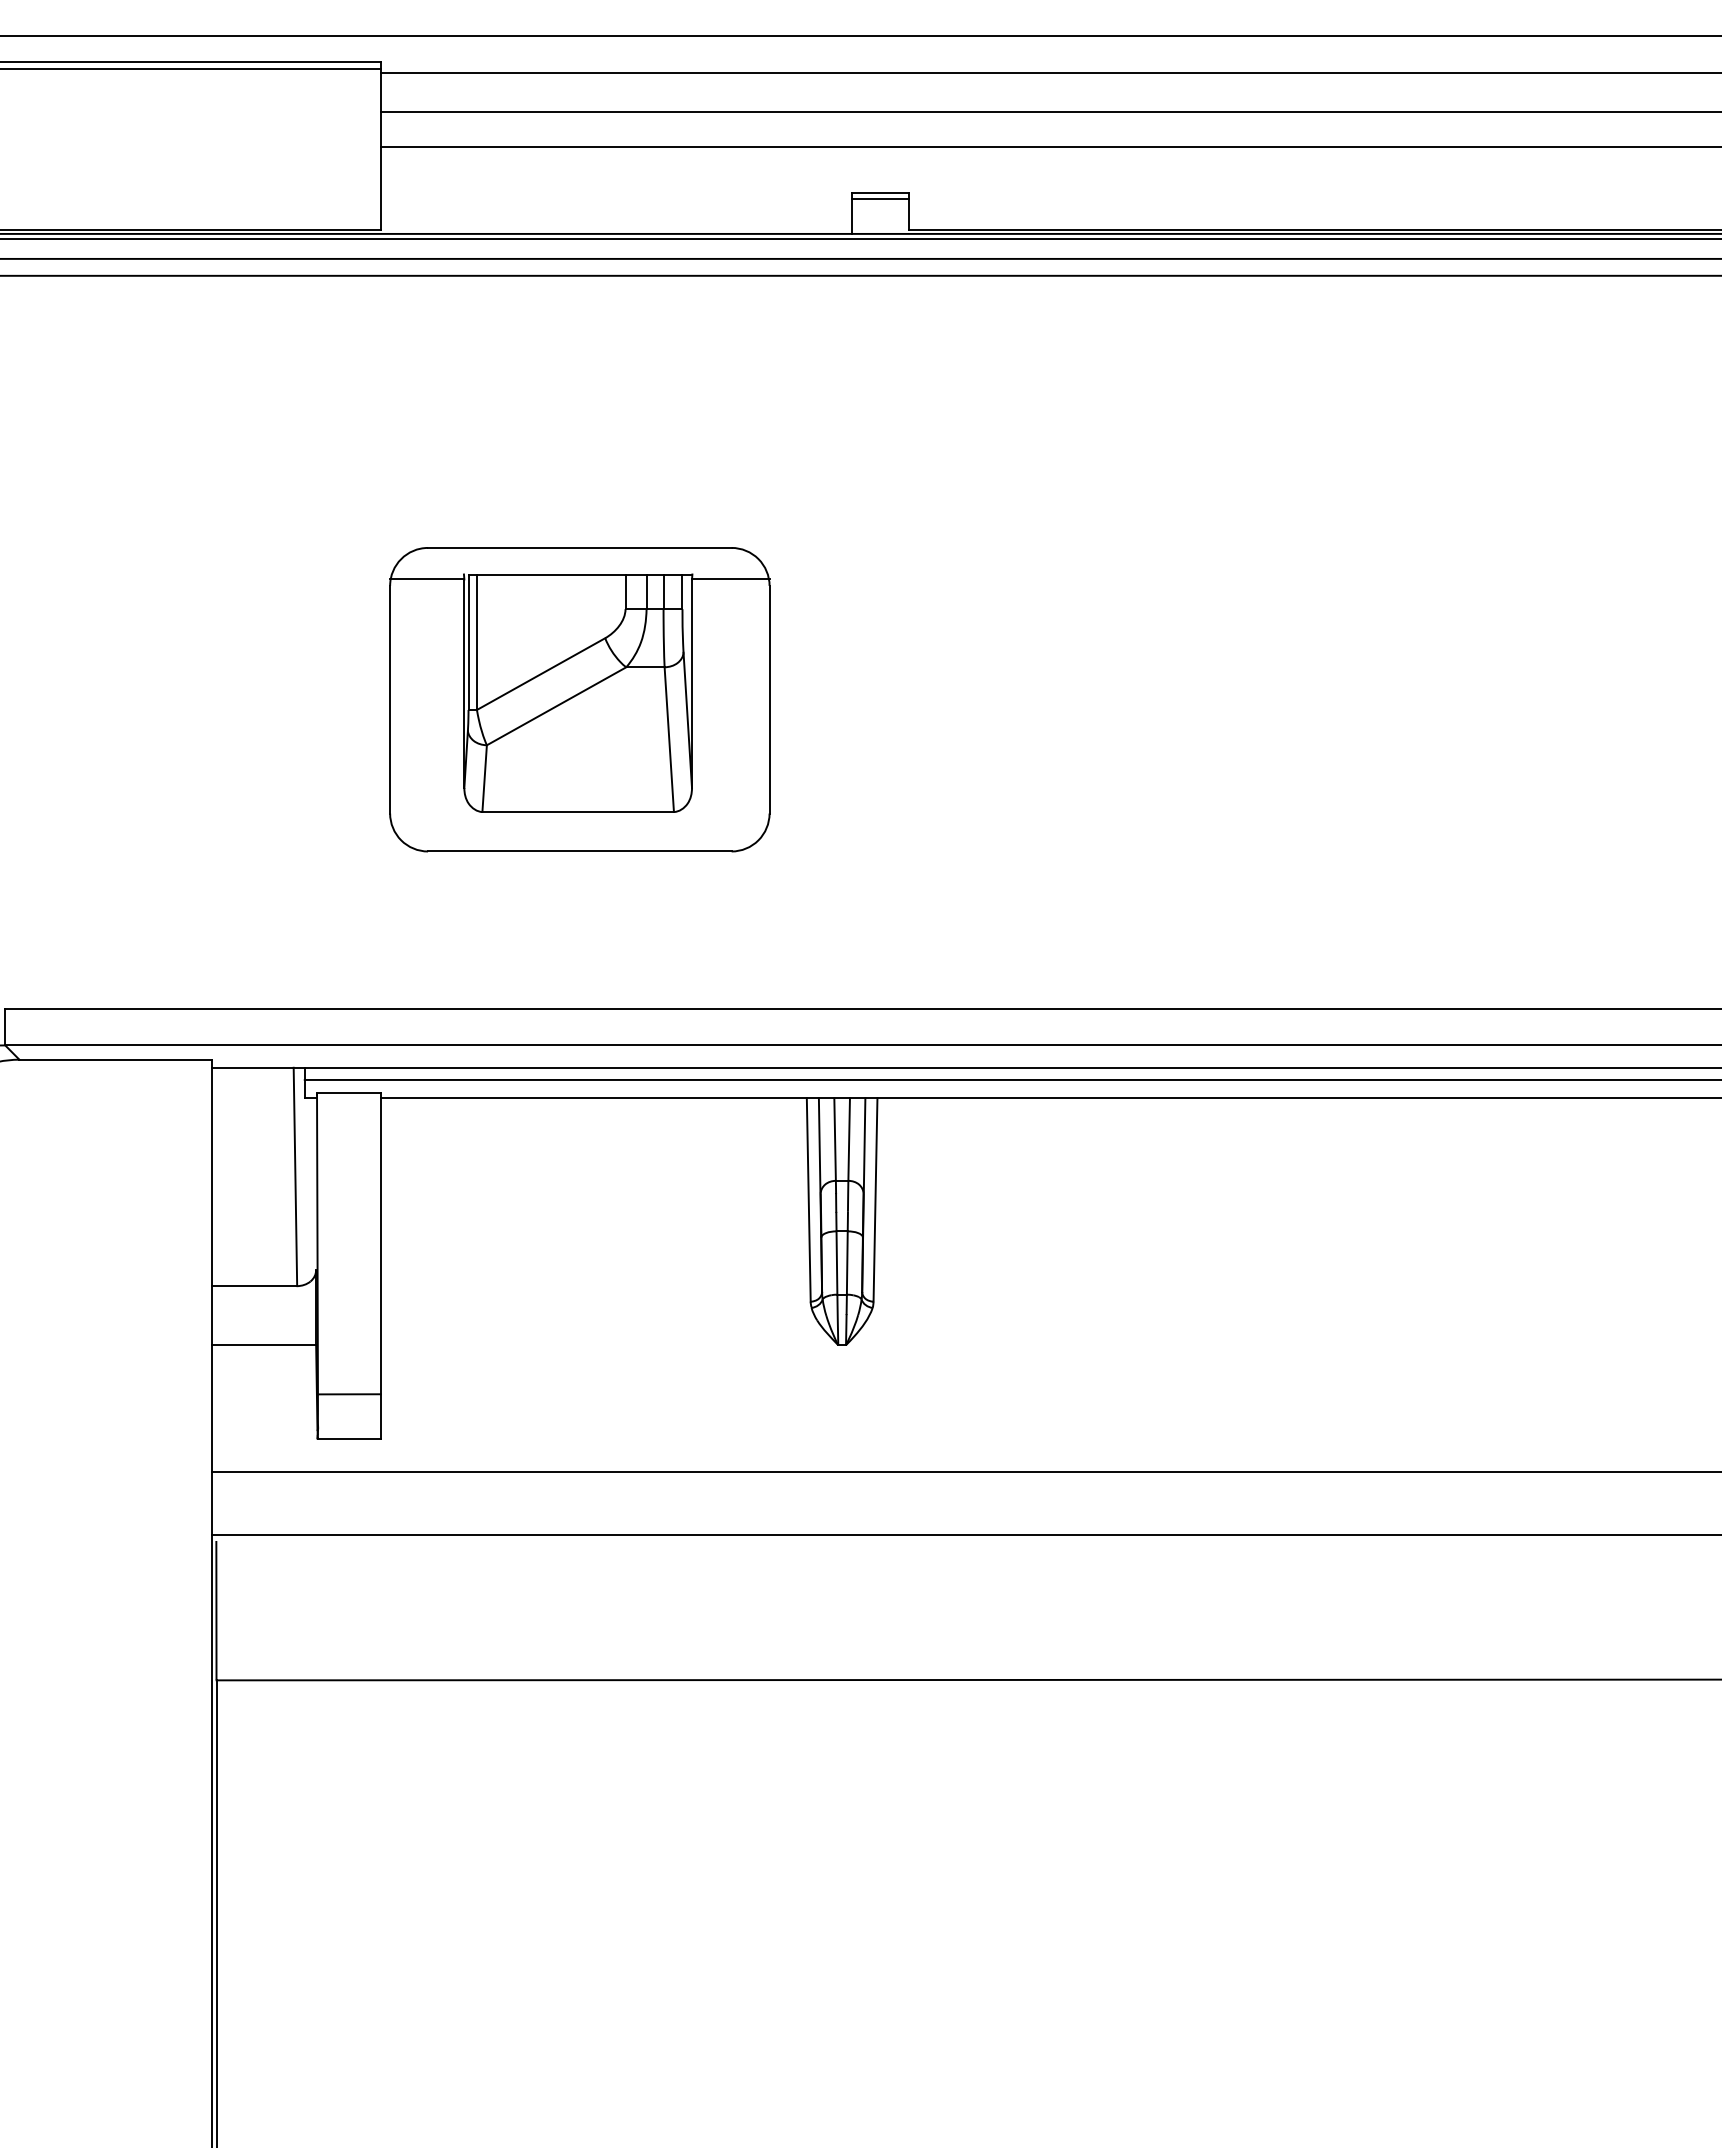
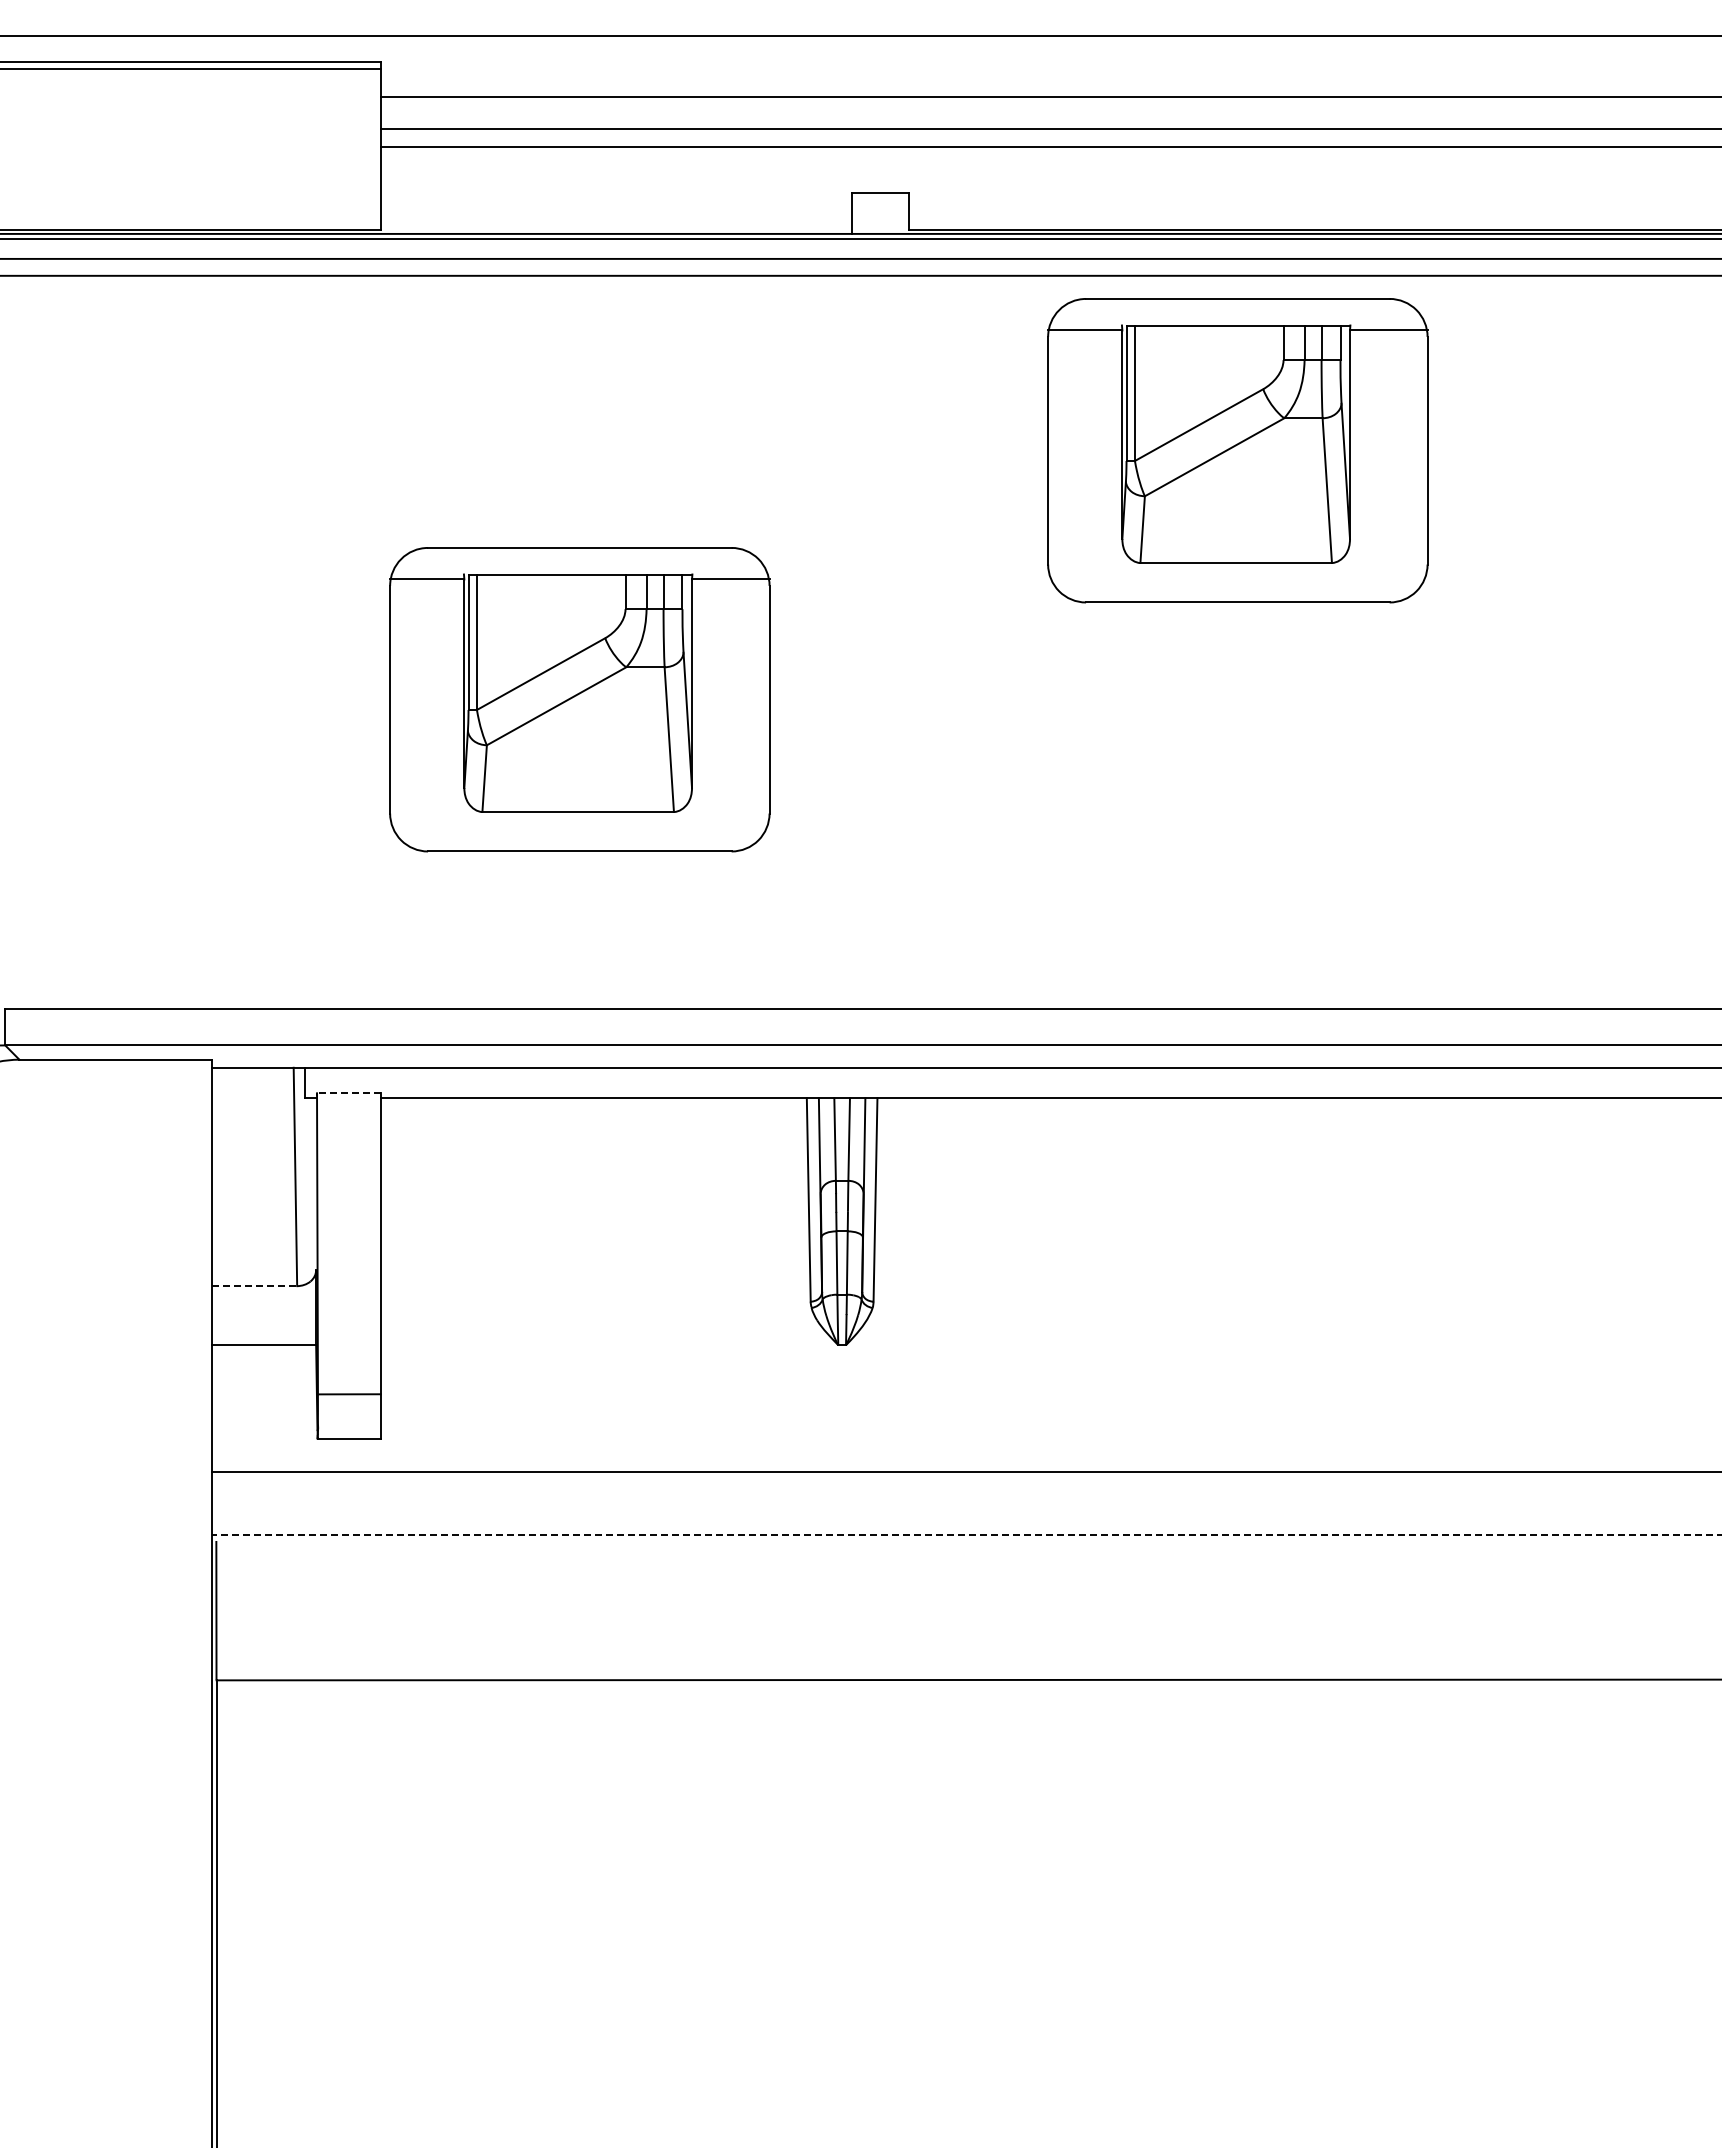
line at (1049, 72) position: (1049, 72) -> (1049, 96)
line at (1049, 111) position: (1049, 111) -> (1049, 128)
line at (879, 199): present -> none
part at (1237, 450): none -> present
line at (1011, 1079): present -> none
line at (348, 1093): solid -> dashed
line at (254, 1286): solid -> dashed
line at (966, 1535): solid -> dashed
